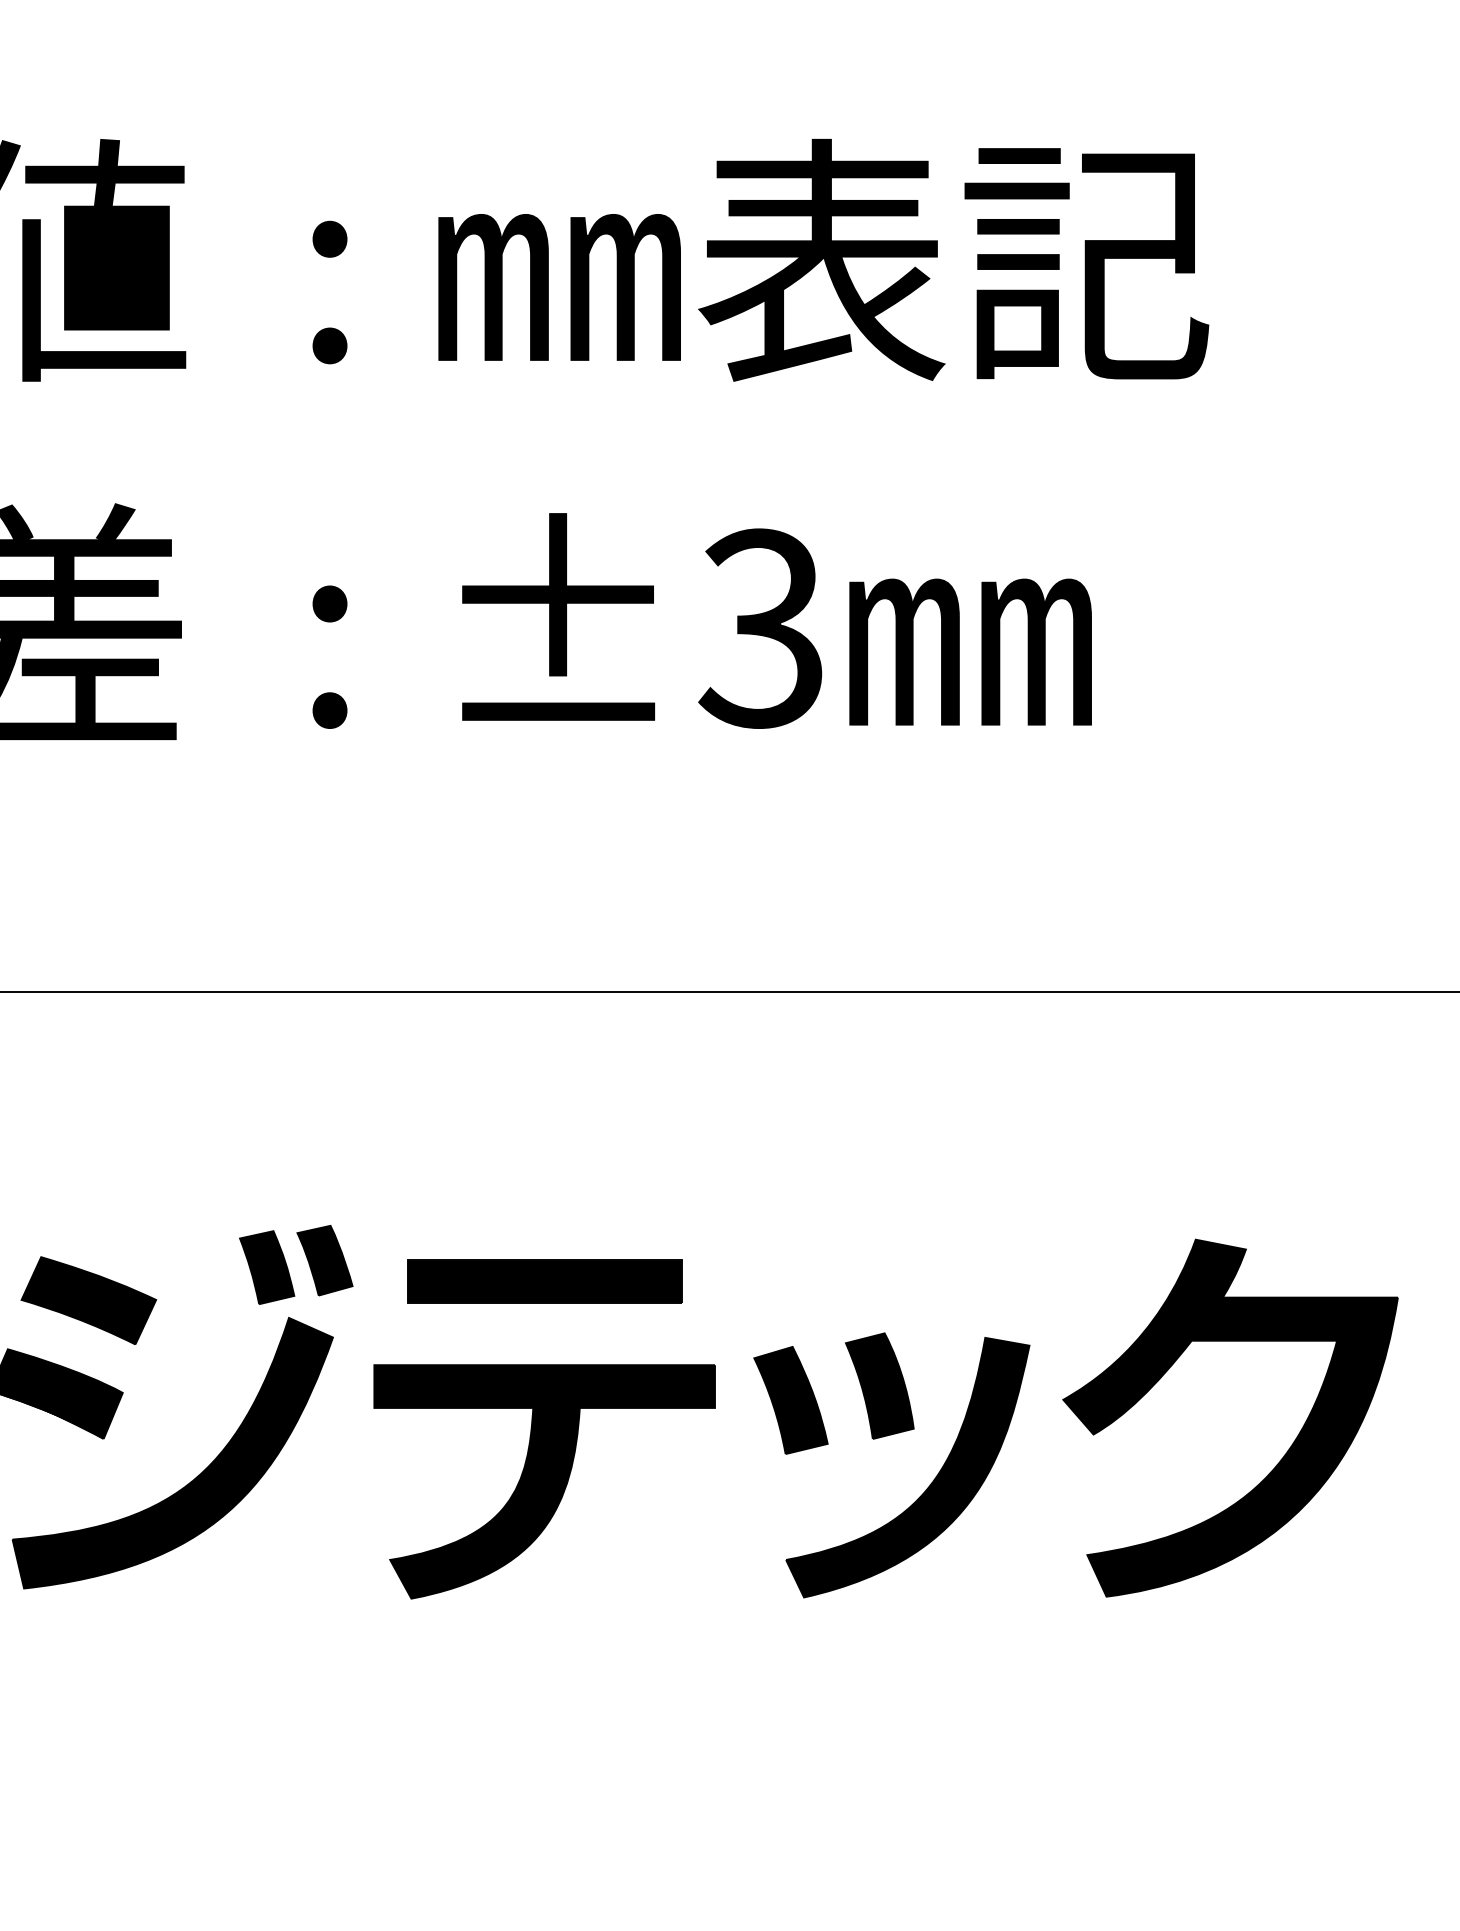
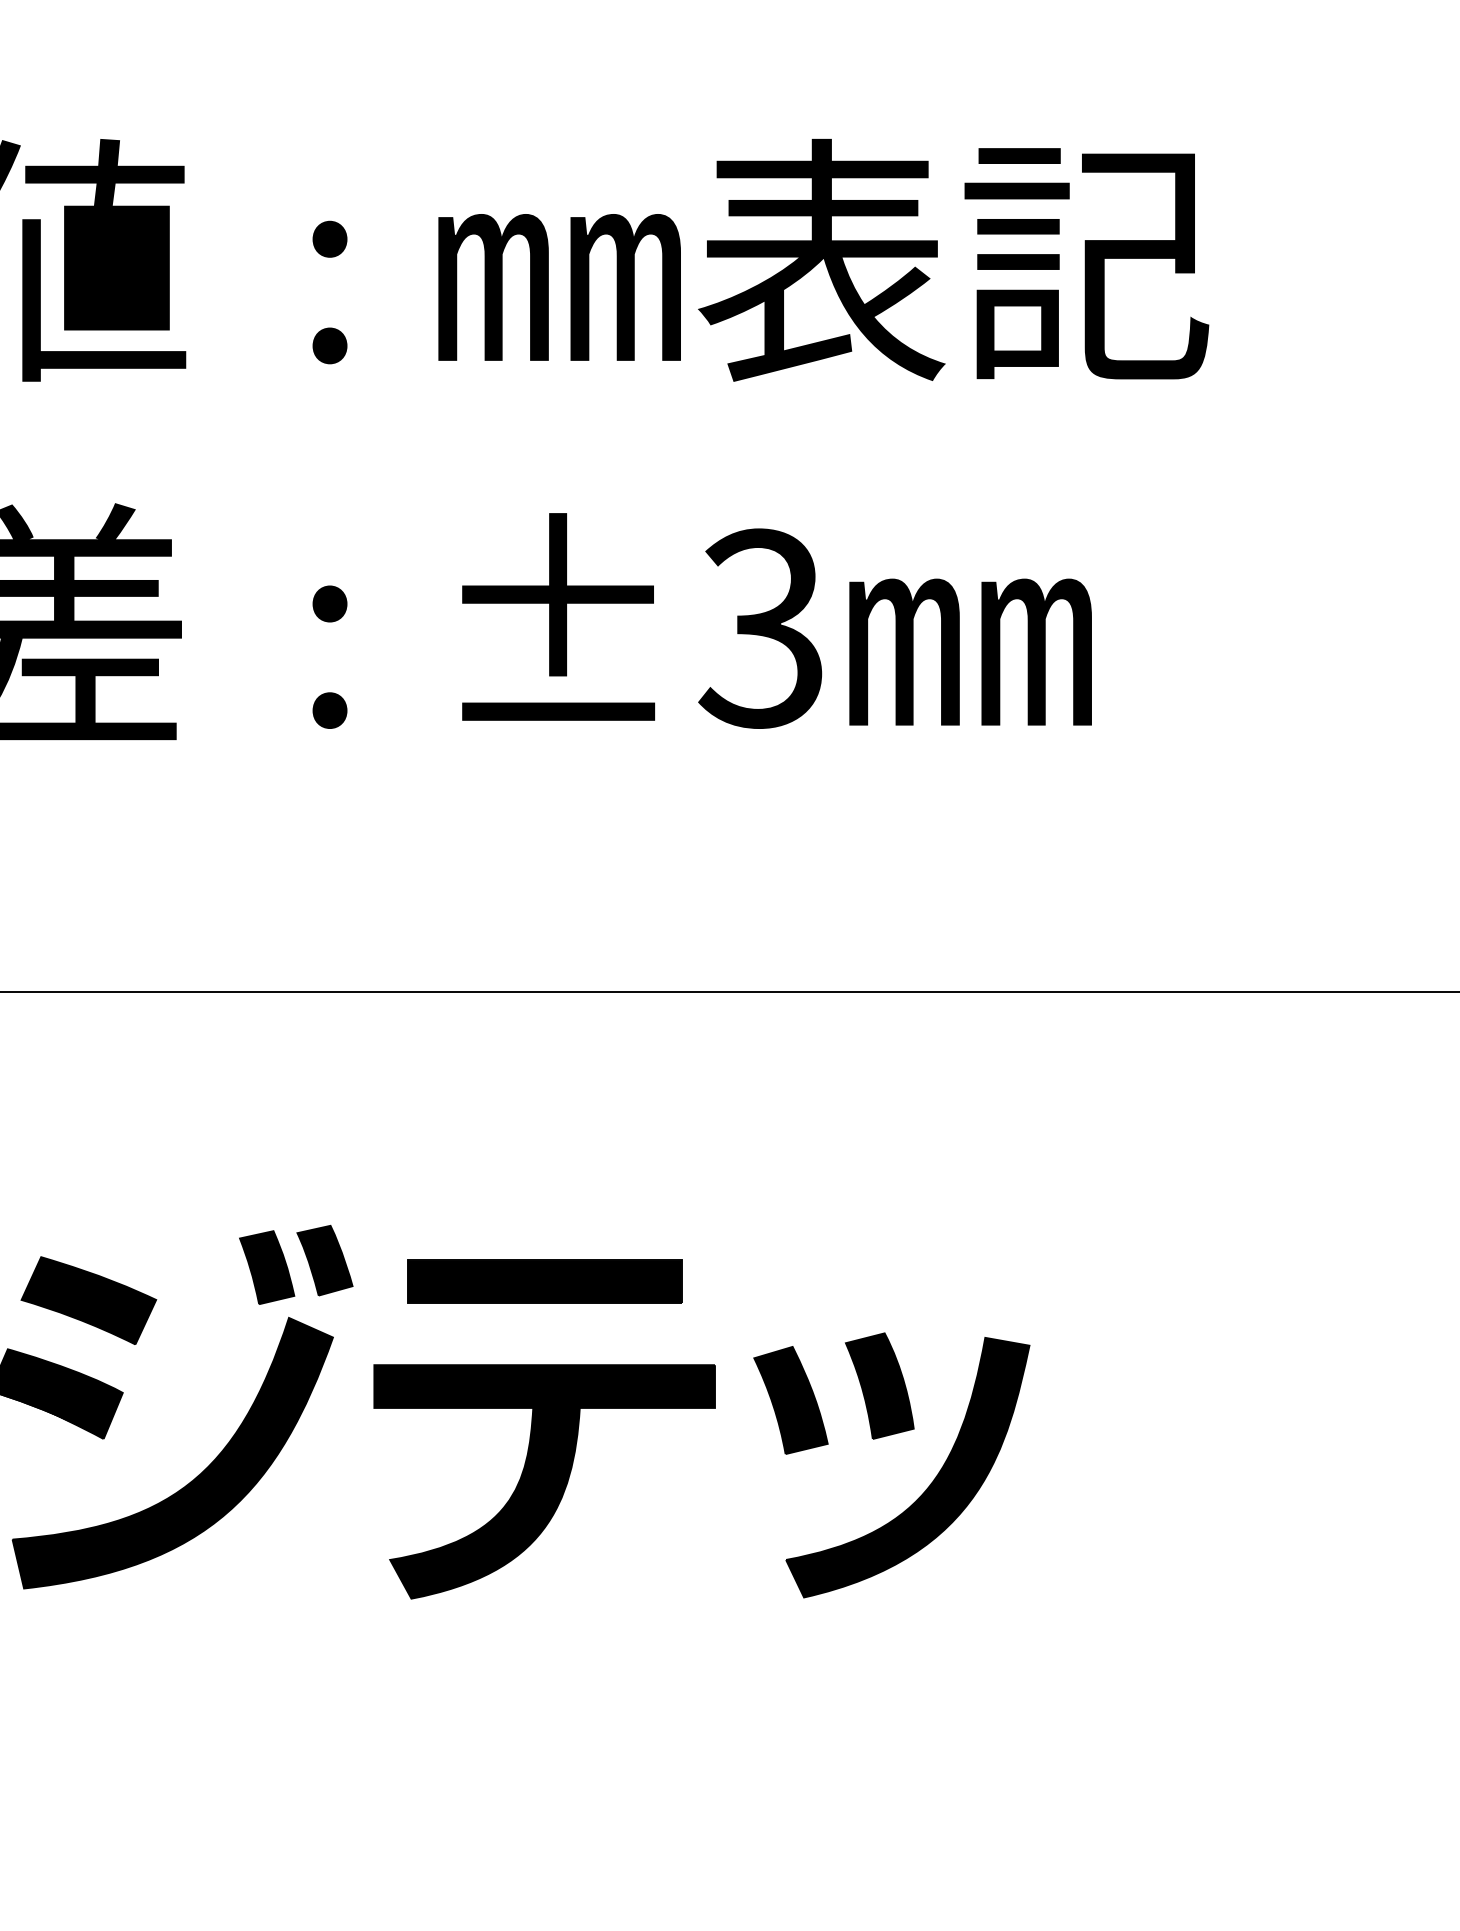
part at (1280, 1459): present -> none
